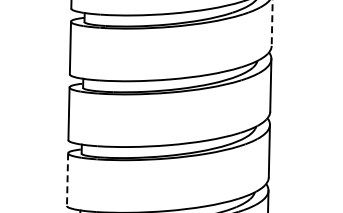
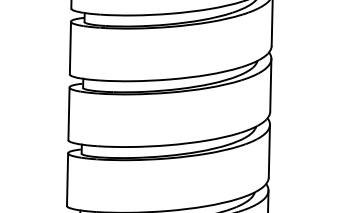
line at (272, 23): dashed -> solid
line at (67, 180): dashed -> solid
